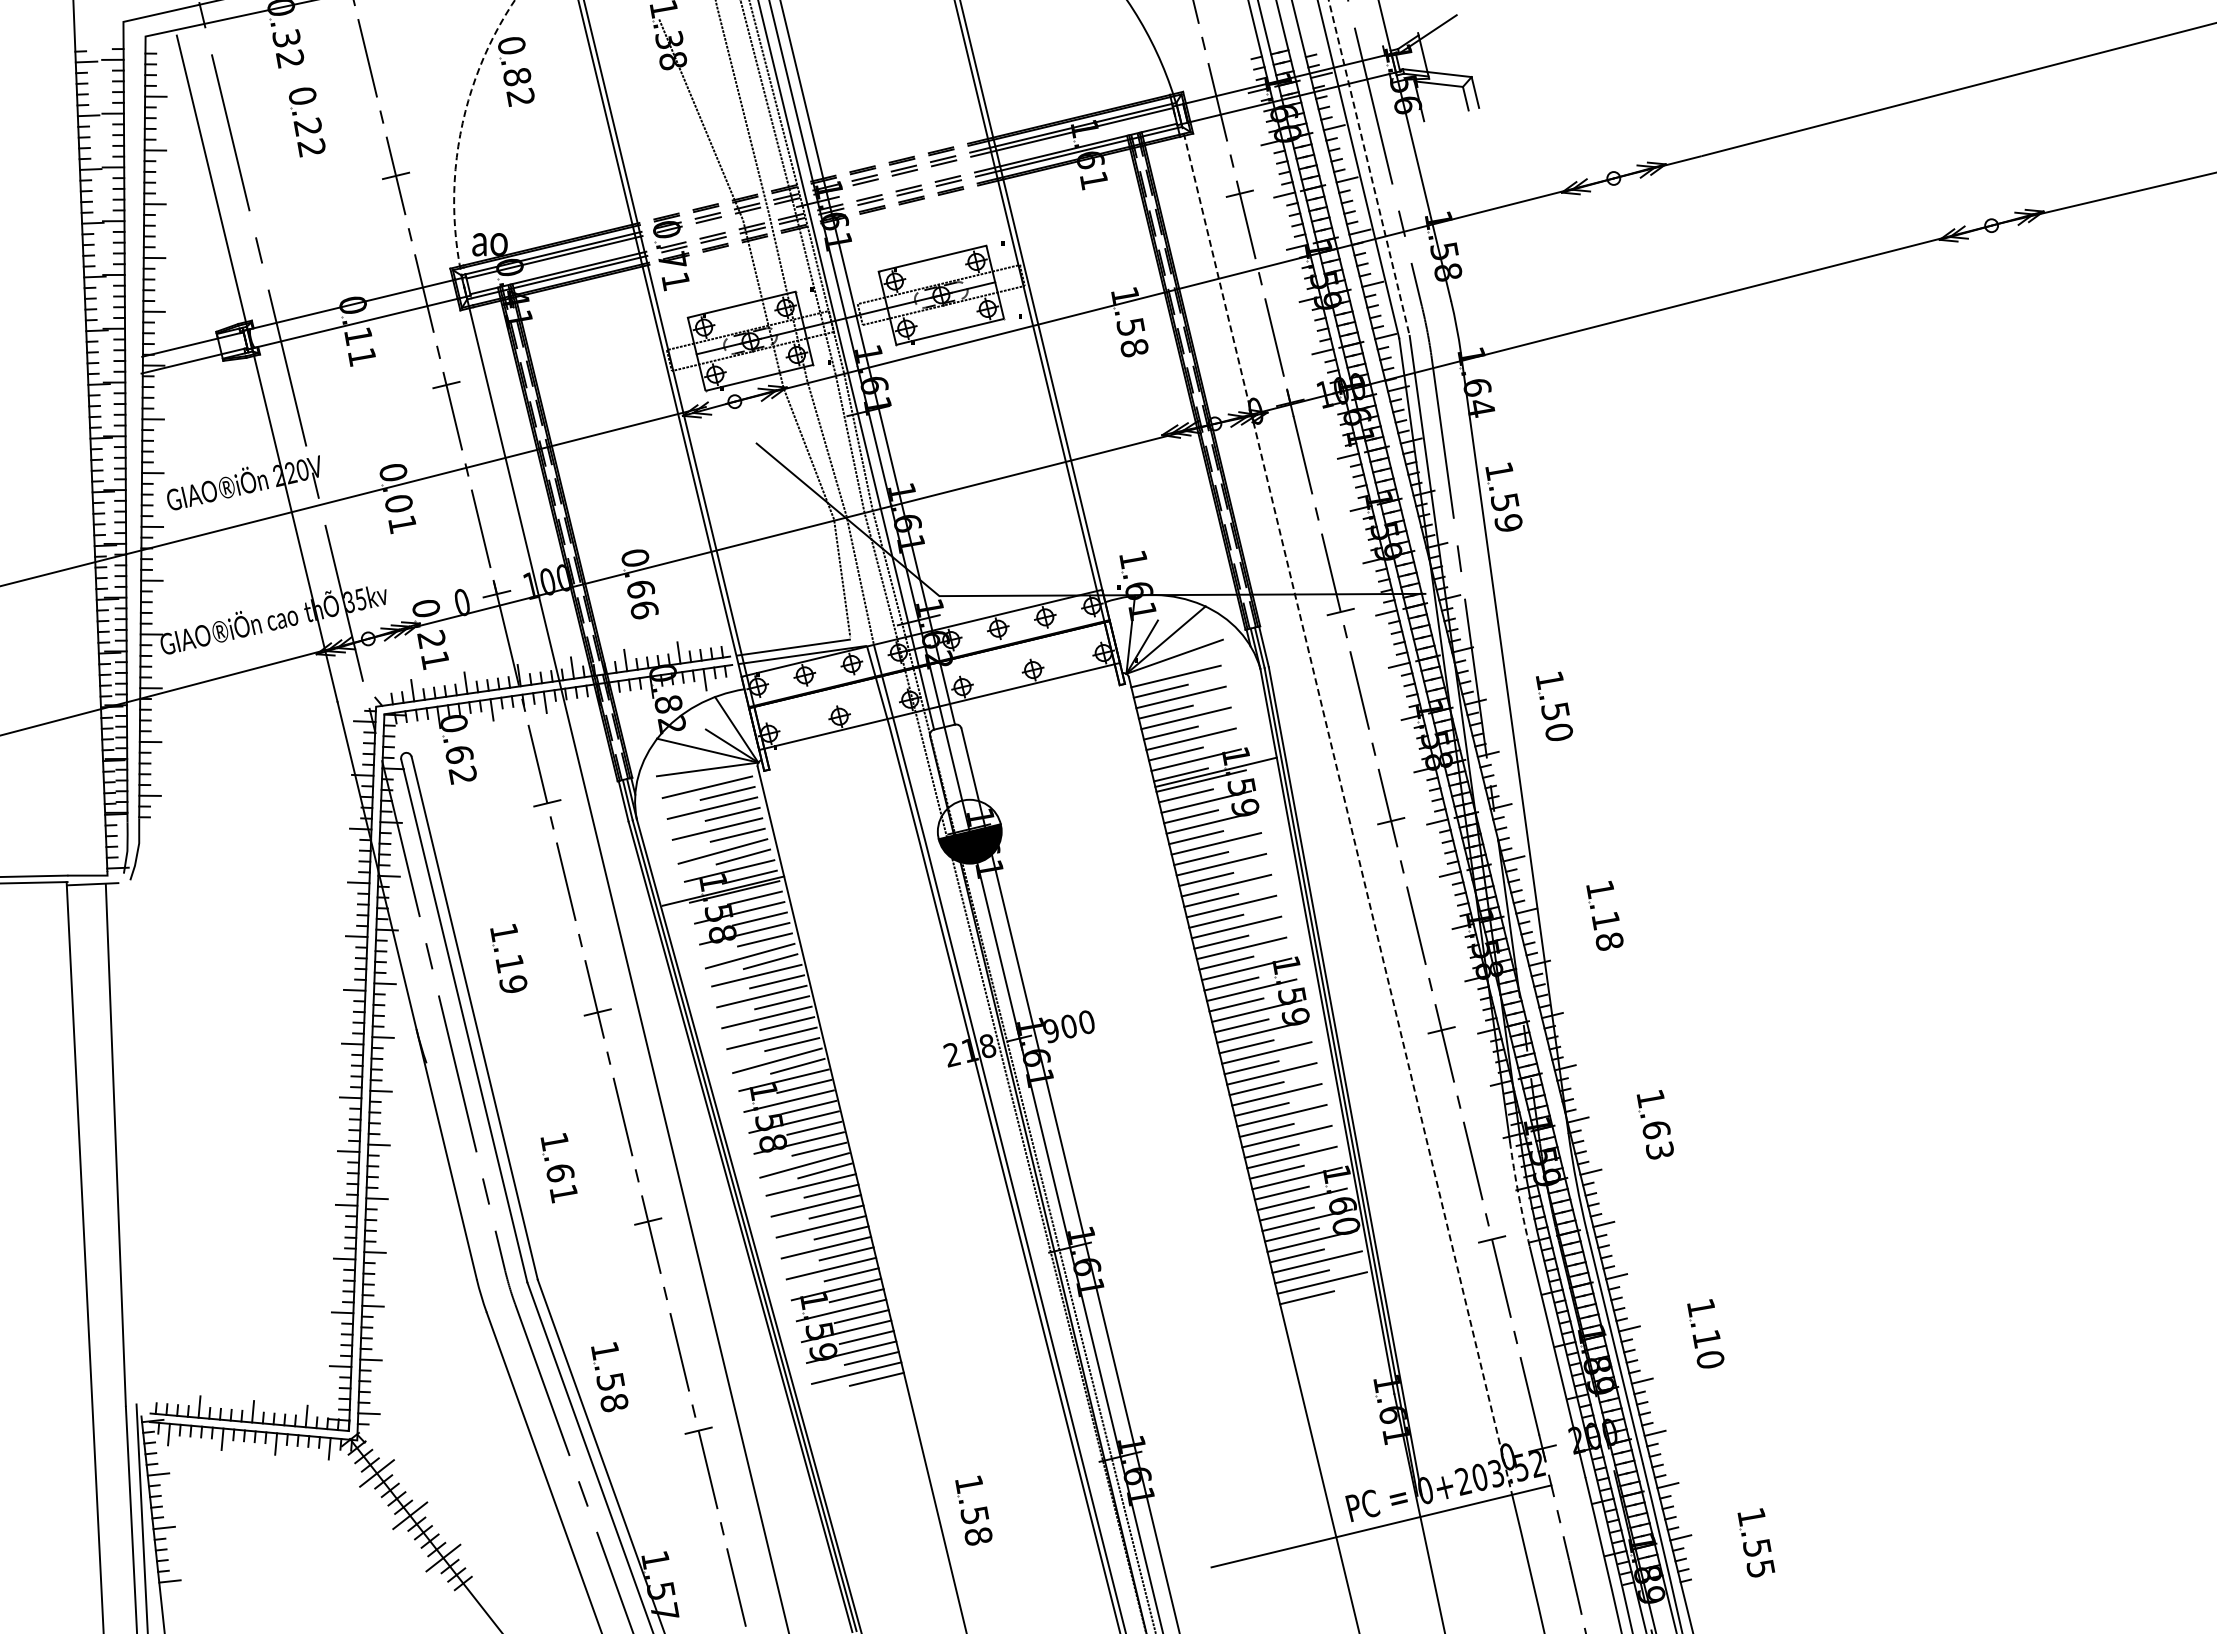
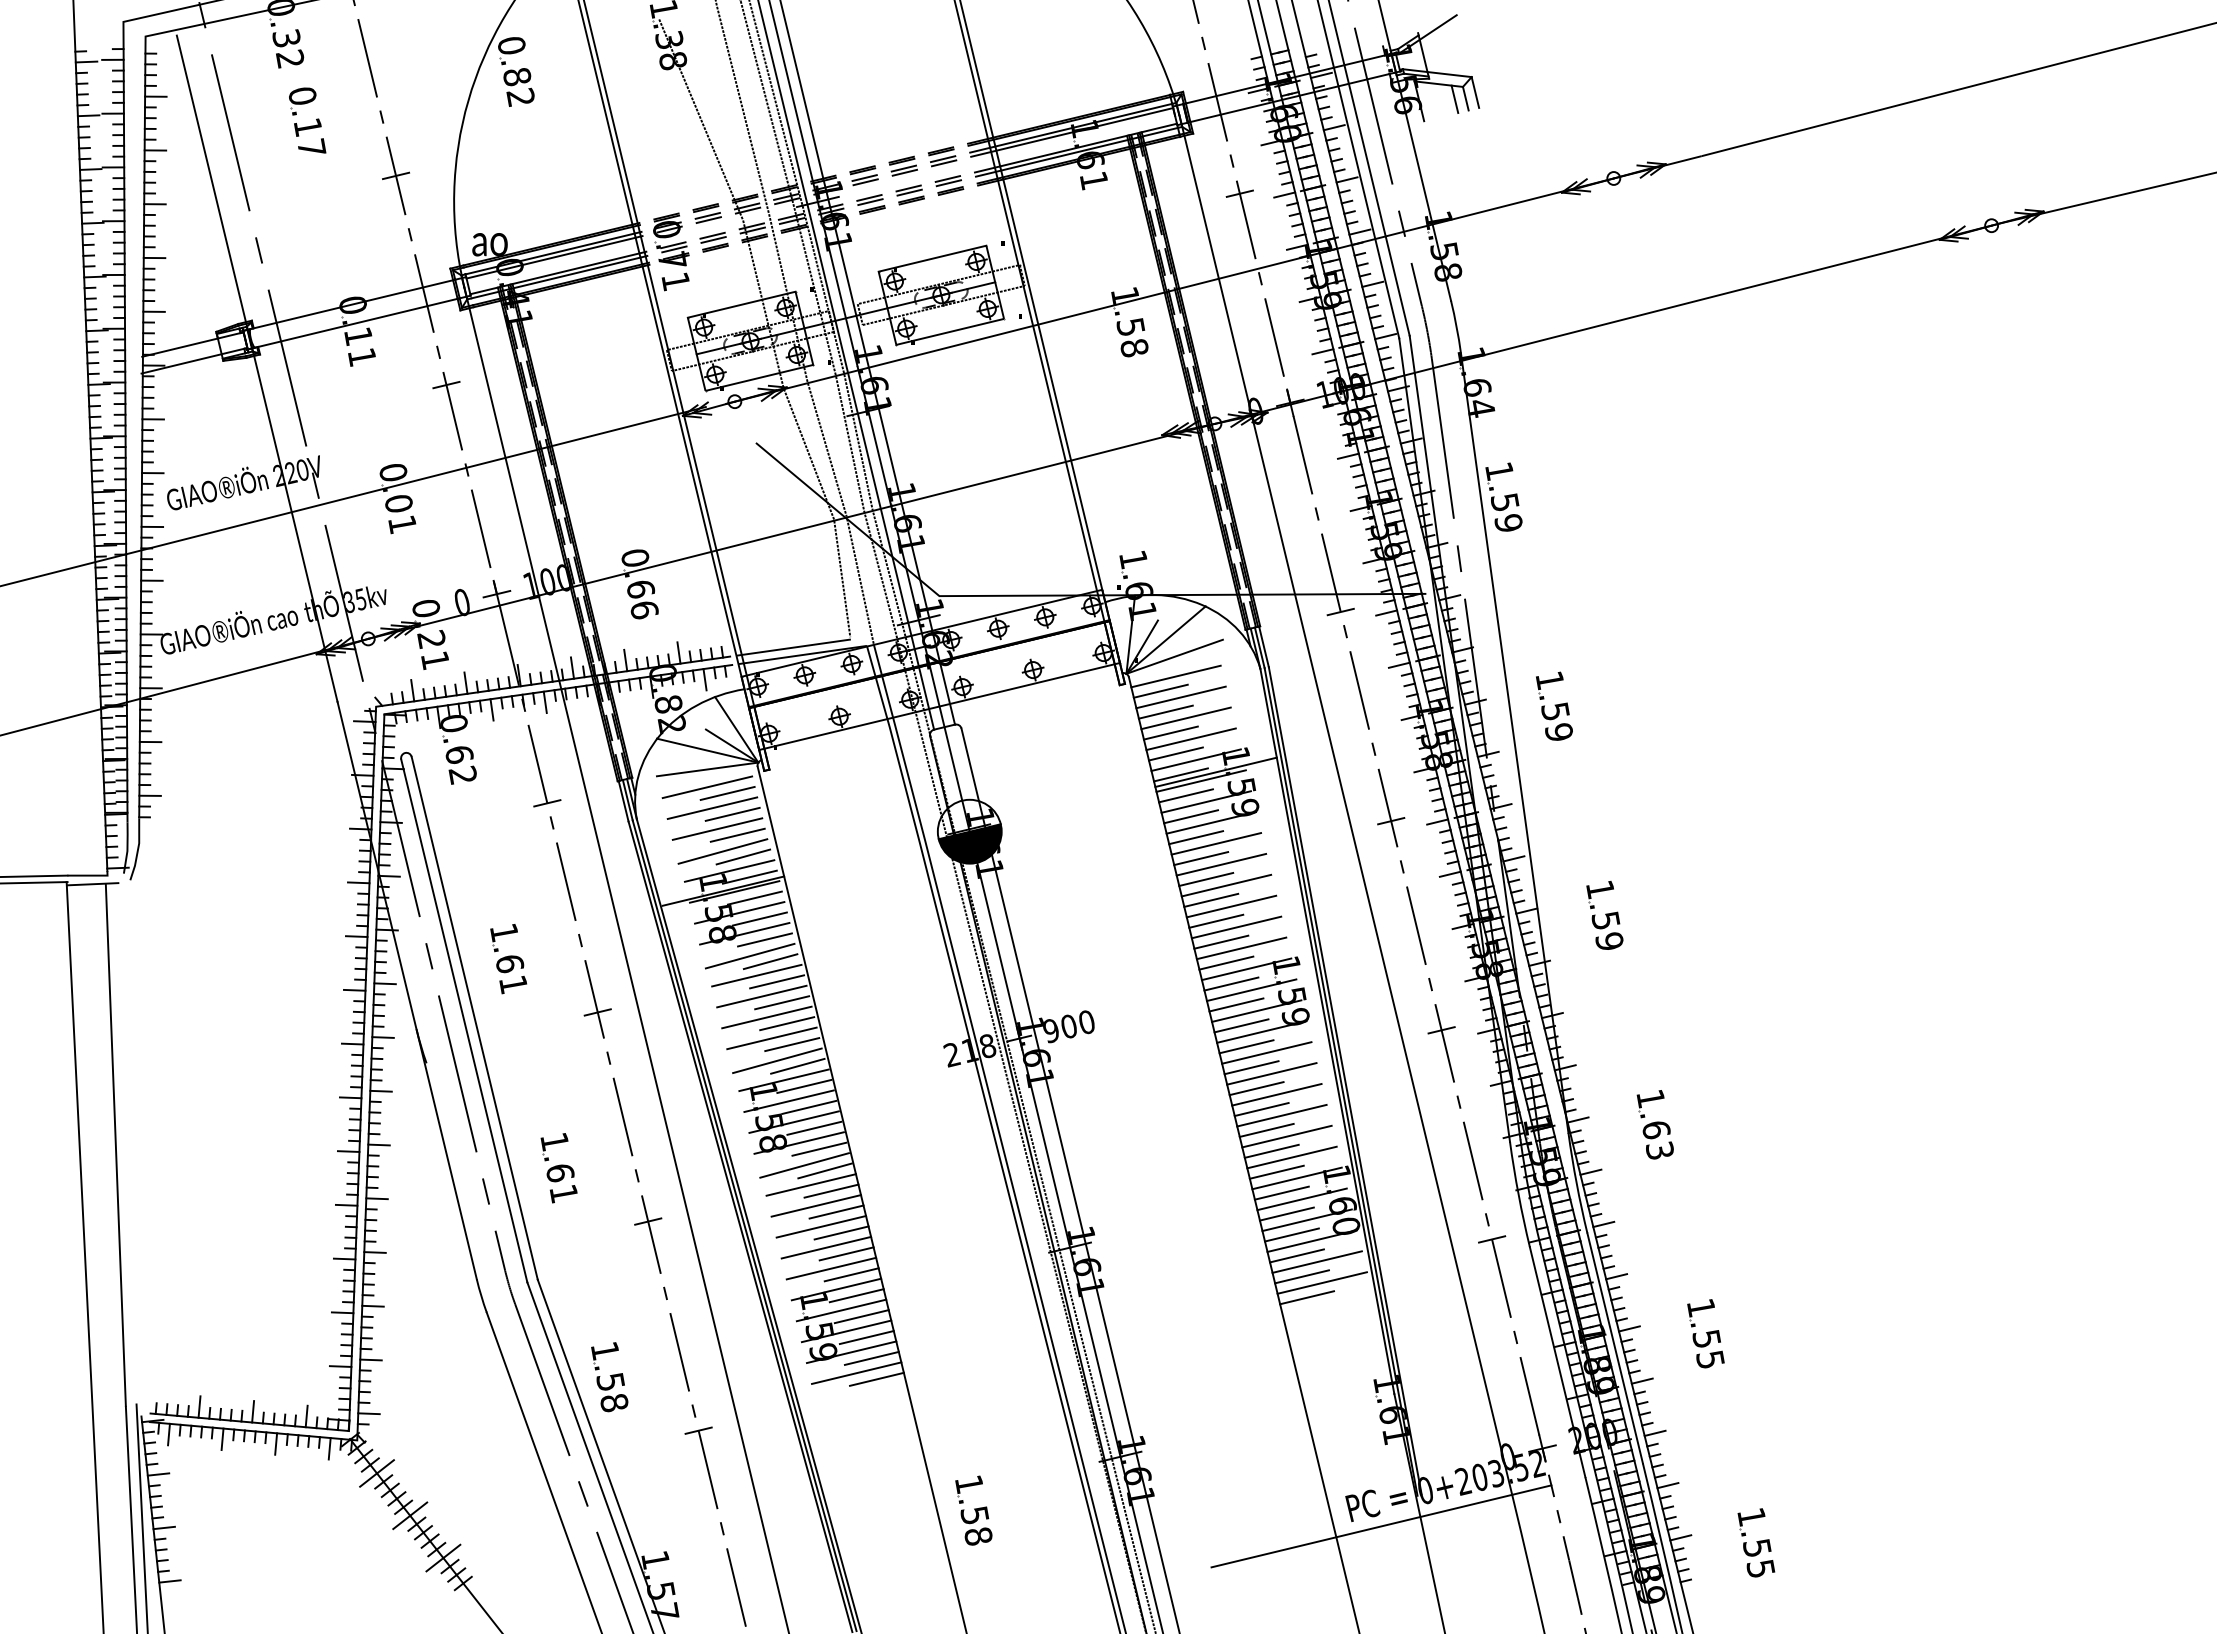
line at (1454, 99): none -> present
text at (309, 137): 0.22 -> 0.17
arc at (459, 137): dashed -> solid
line at (1369, 168): dashed -> solid
text at (1558, 732): 1.50 -> 1.59
line at (1346, 808): dashed -> solid
text at (1607, 930): 1.18 -> 1.59
text at (511, 974): 1.19 -> 1.61
arc at (1518, 1194): dashed -> solid
text at (1708, 1349): 1.10 -> 1.55
